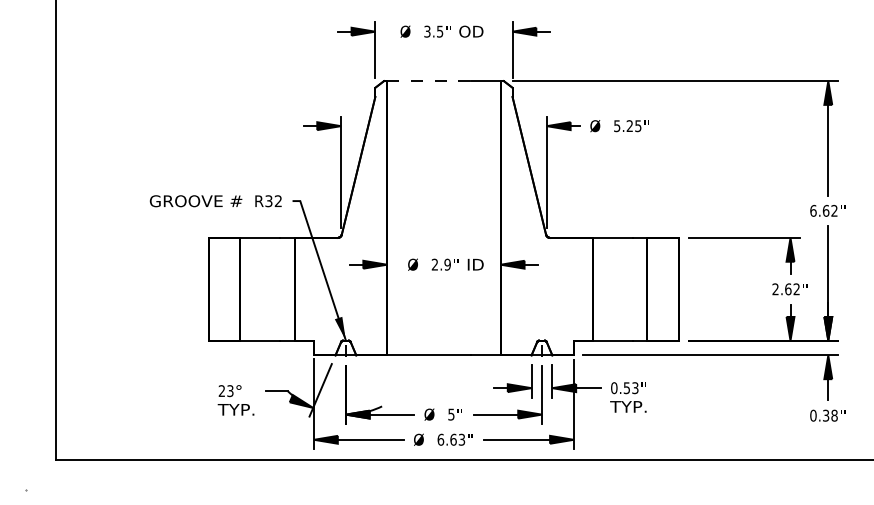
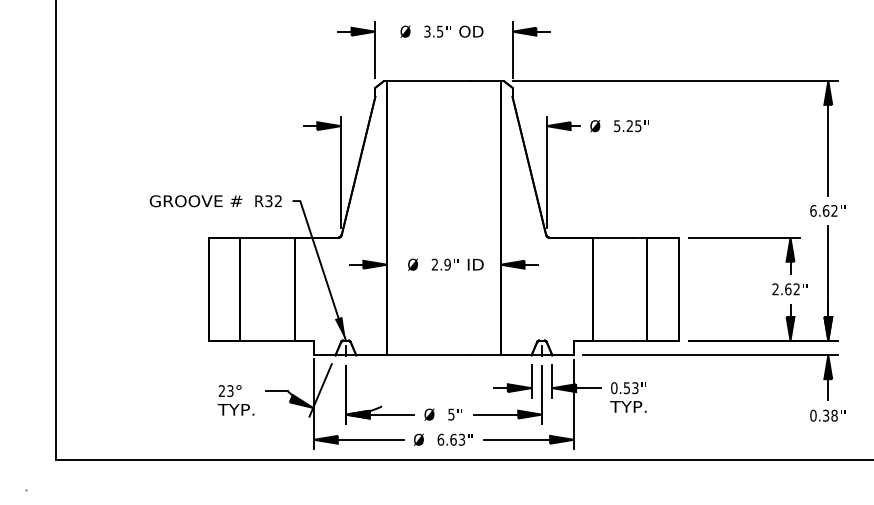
line at (429, 81): dashed -> solid
